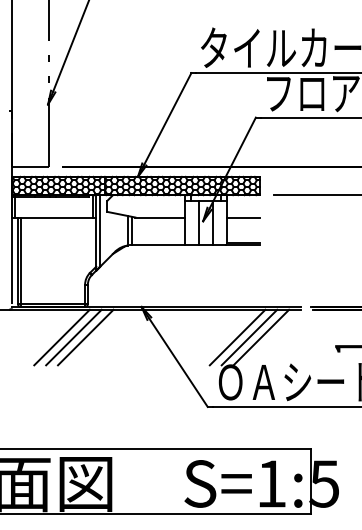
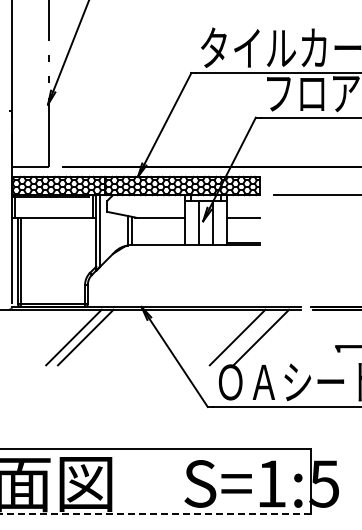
line at (61, 337): present -> none
line at (249, 337): present -> none
line at (155, 514): solid -> dashed
